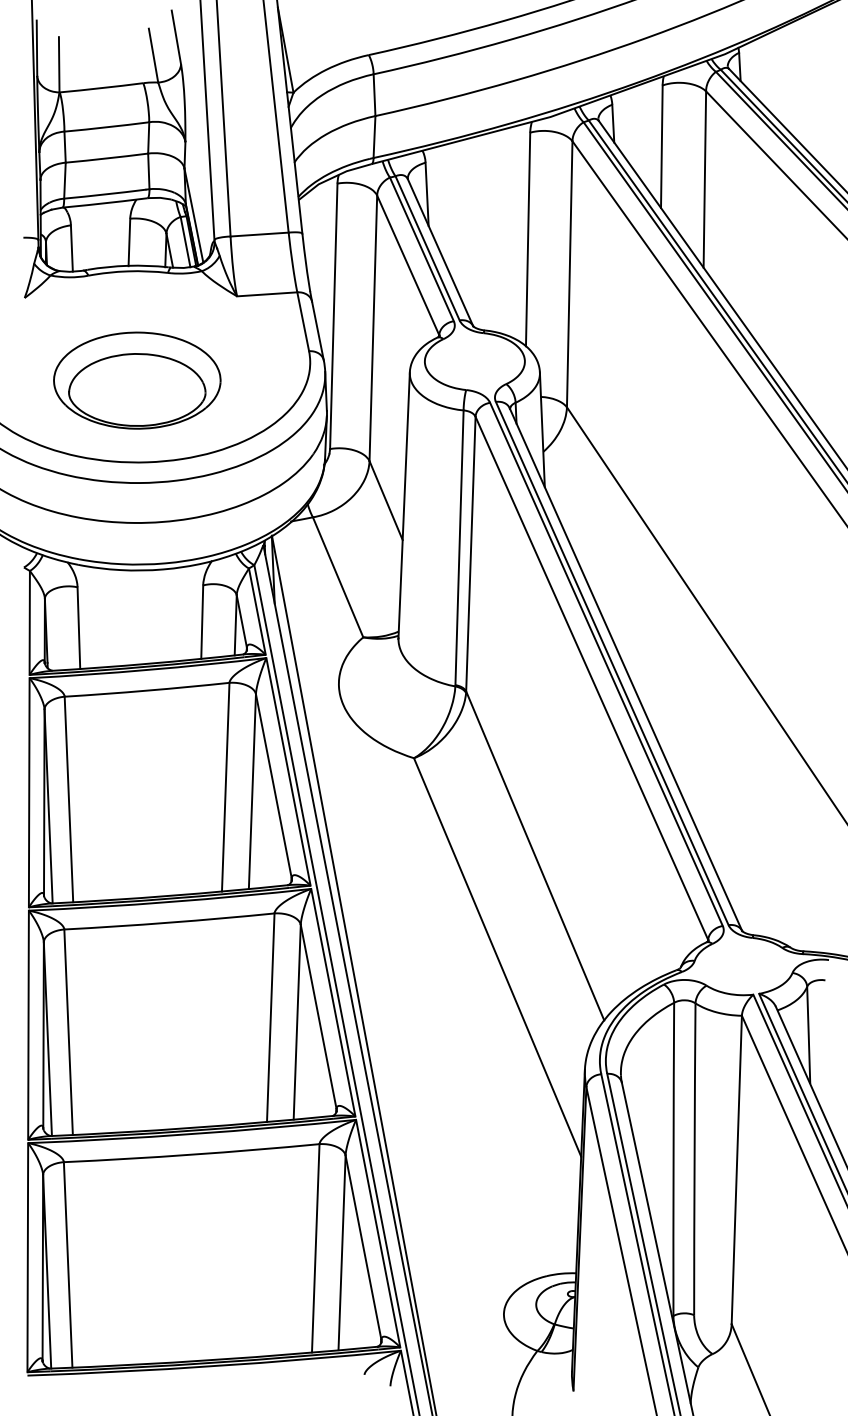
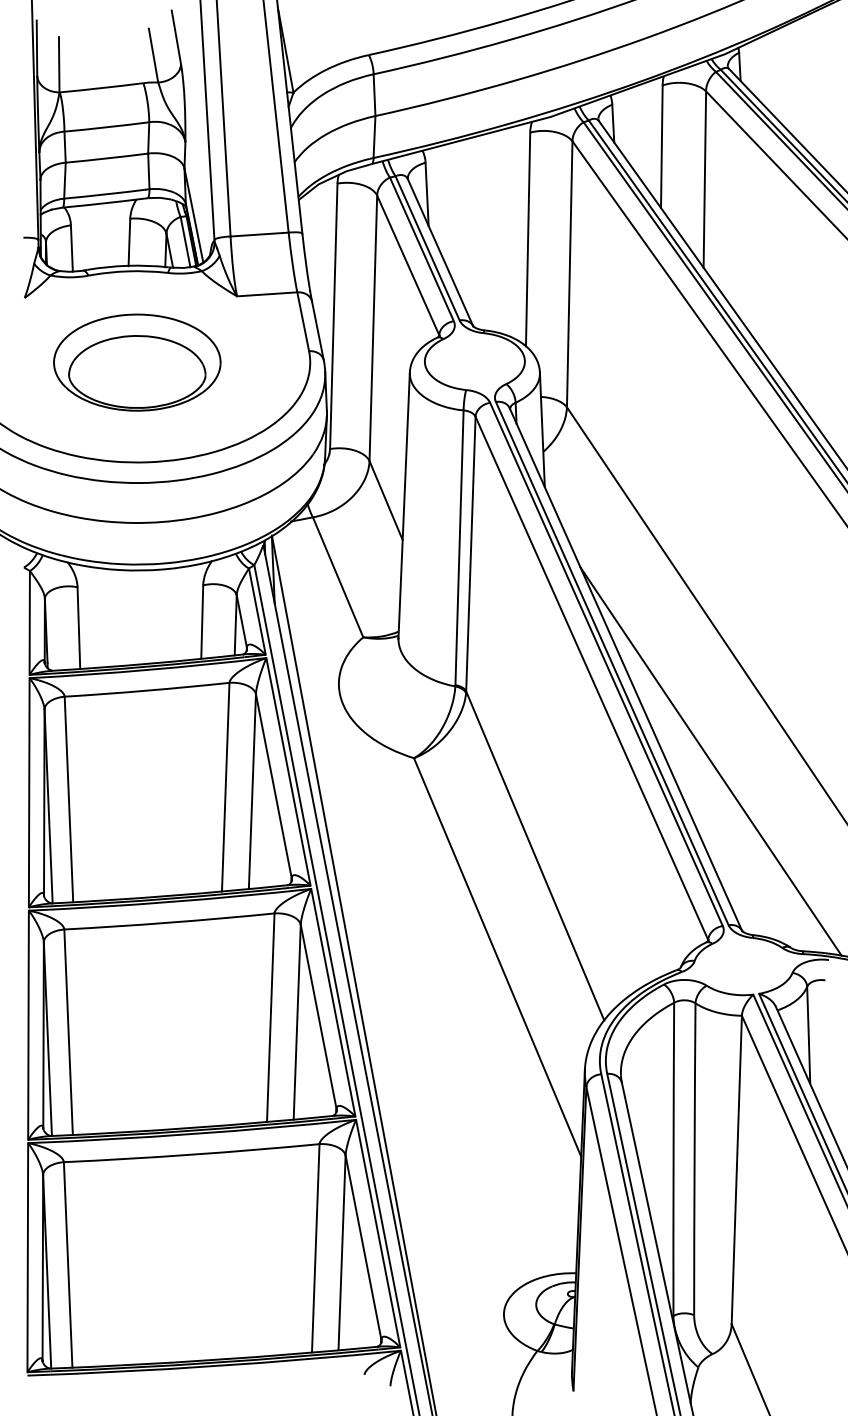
part at (137, 380) position: (137, 380) -> (137, 362)
line at (710, 761): none -> present
